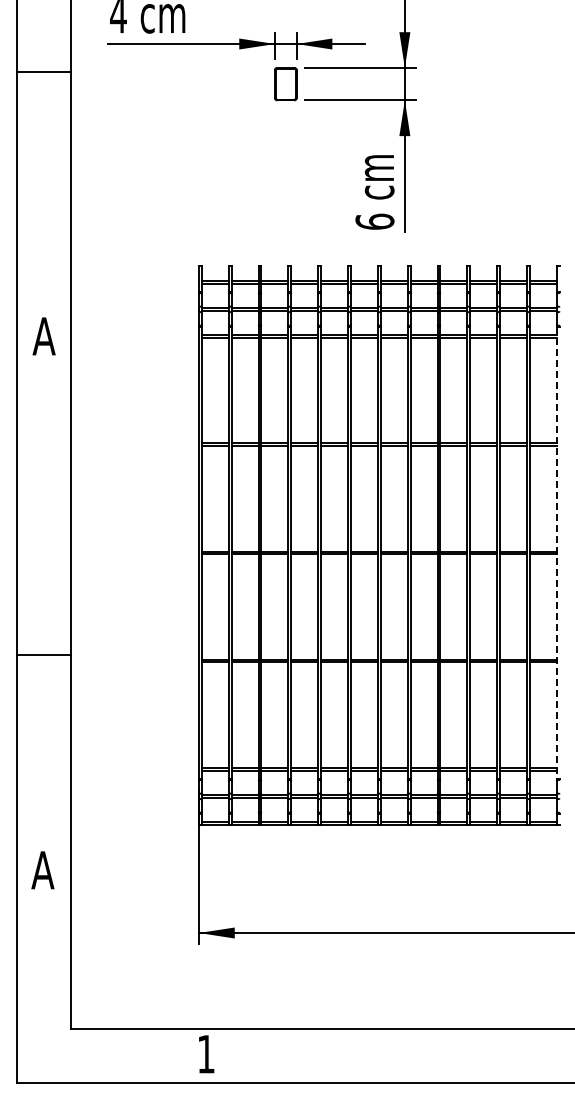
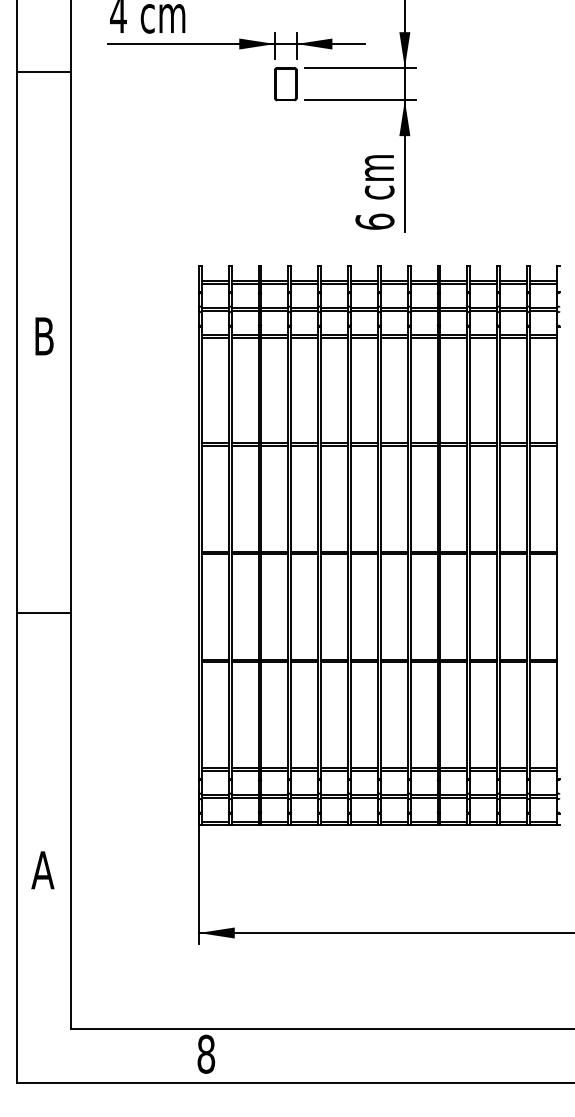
text at (43, 336): A -> B
line at (556, 553): dashed -> solid
line at (44, 654) position: (44, 654) -> (44, 612)
text at (206, 1053): 1 -> 8
